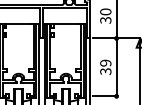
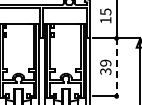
text at (105, 15): 30 -> 15
line at (116, 67): solid -> dashed
